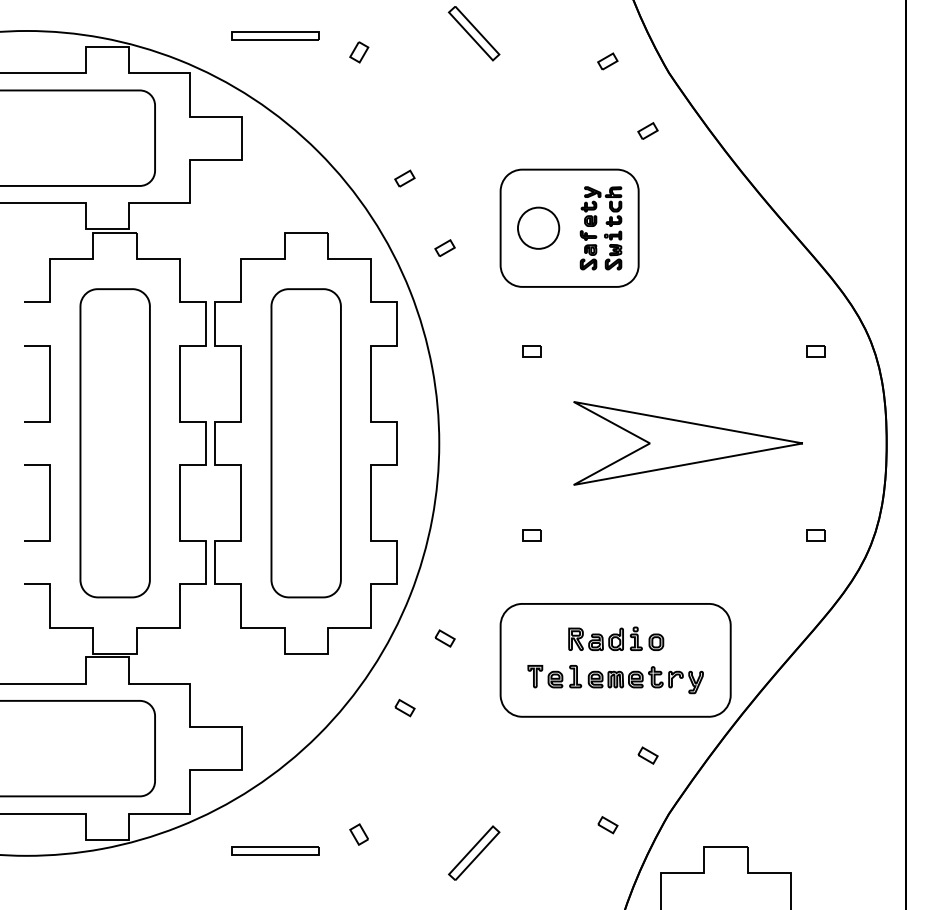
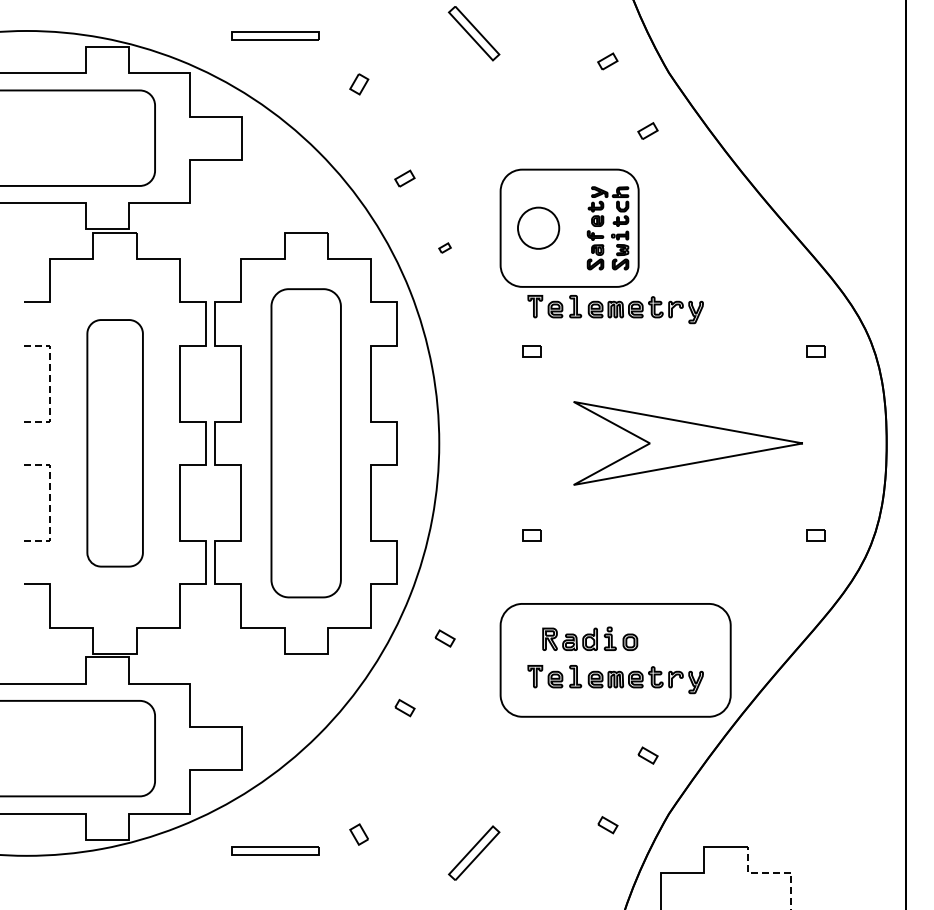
part at (359, 52) position: (359, 52) -> (359, 84)
part at (600, 228) position: (600, 228) -> (607, 228)
part at (444, 247) size: 22x18 px -> 14x12 px
part at (615, 309): none -> present
line at (50, 383): solid -> dashed
part at (114, 443) size: 72x311 px -> 58x249 px
line at (50, 502): solid -> dashed
part at (616, 638) position: (616, 638) -> (590, 638)
line at (774, 872): solid -> dashed
